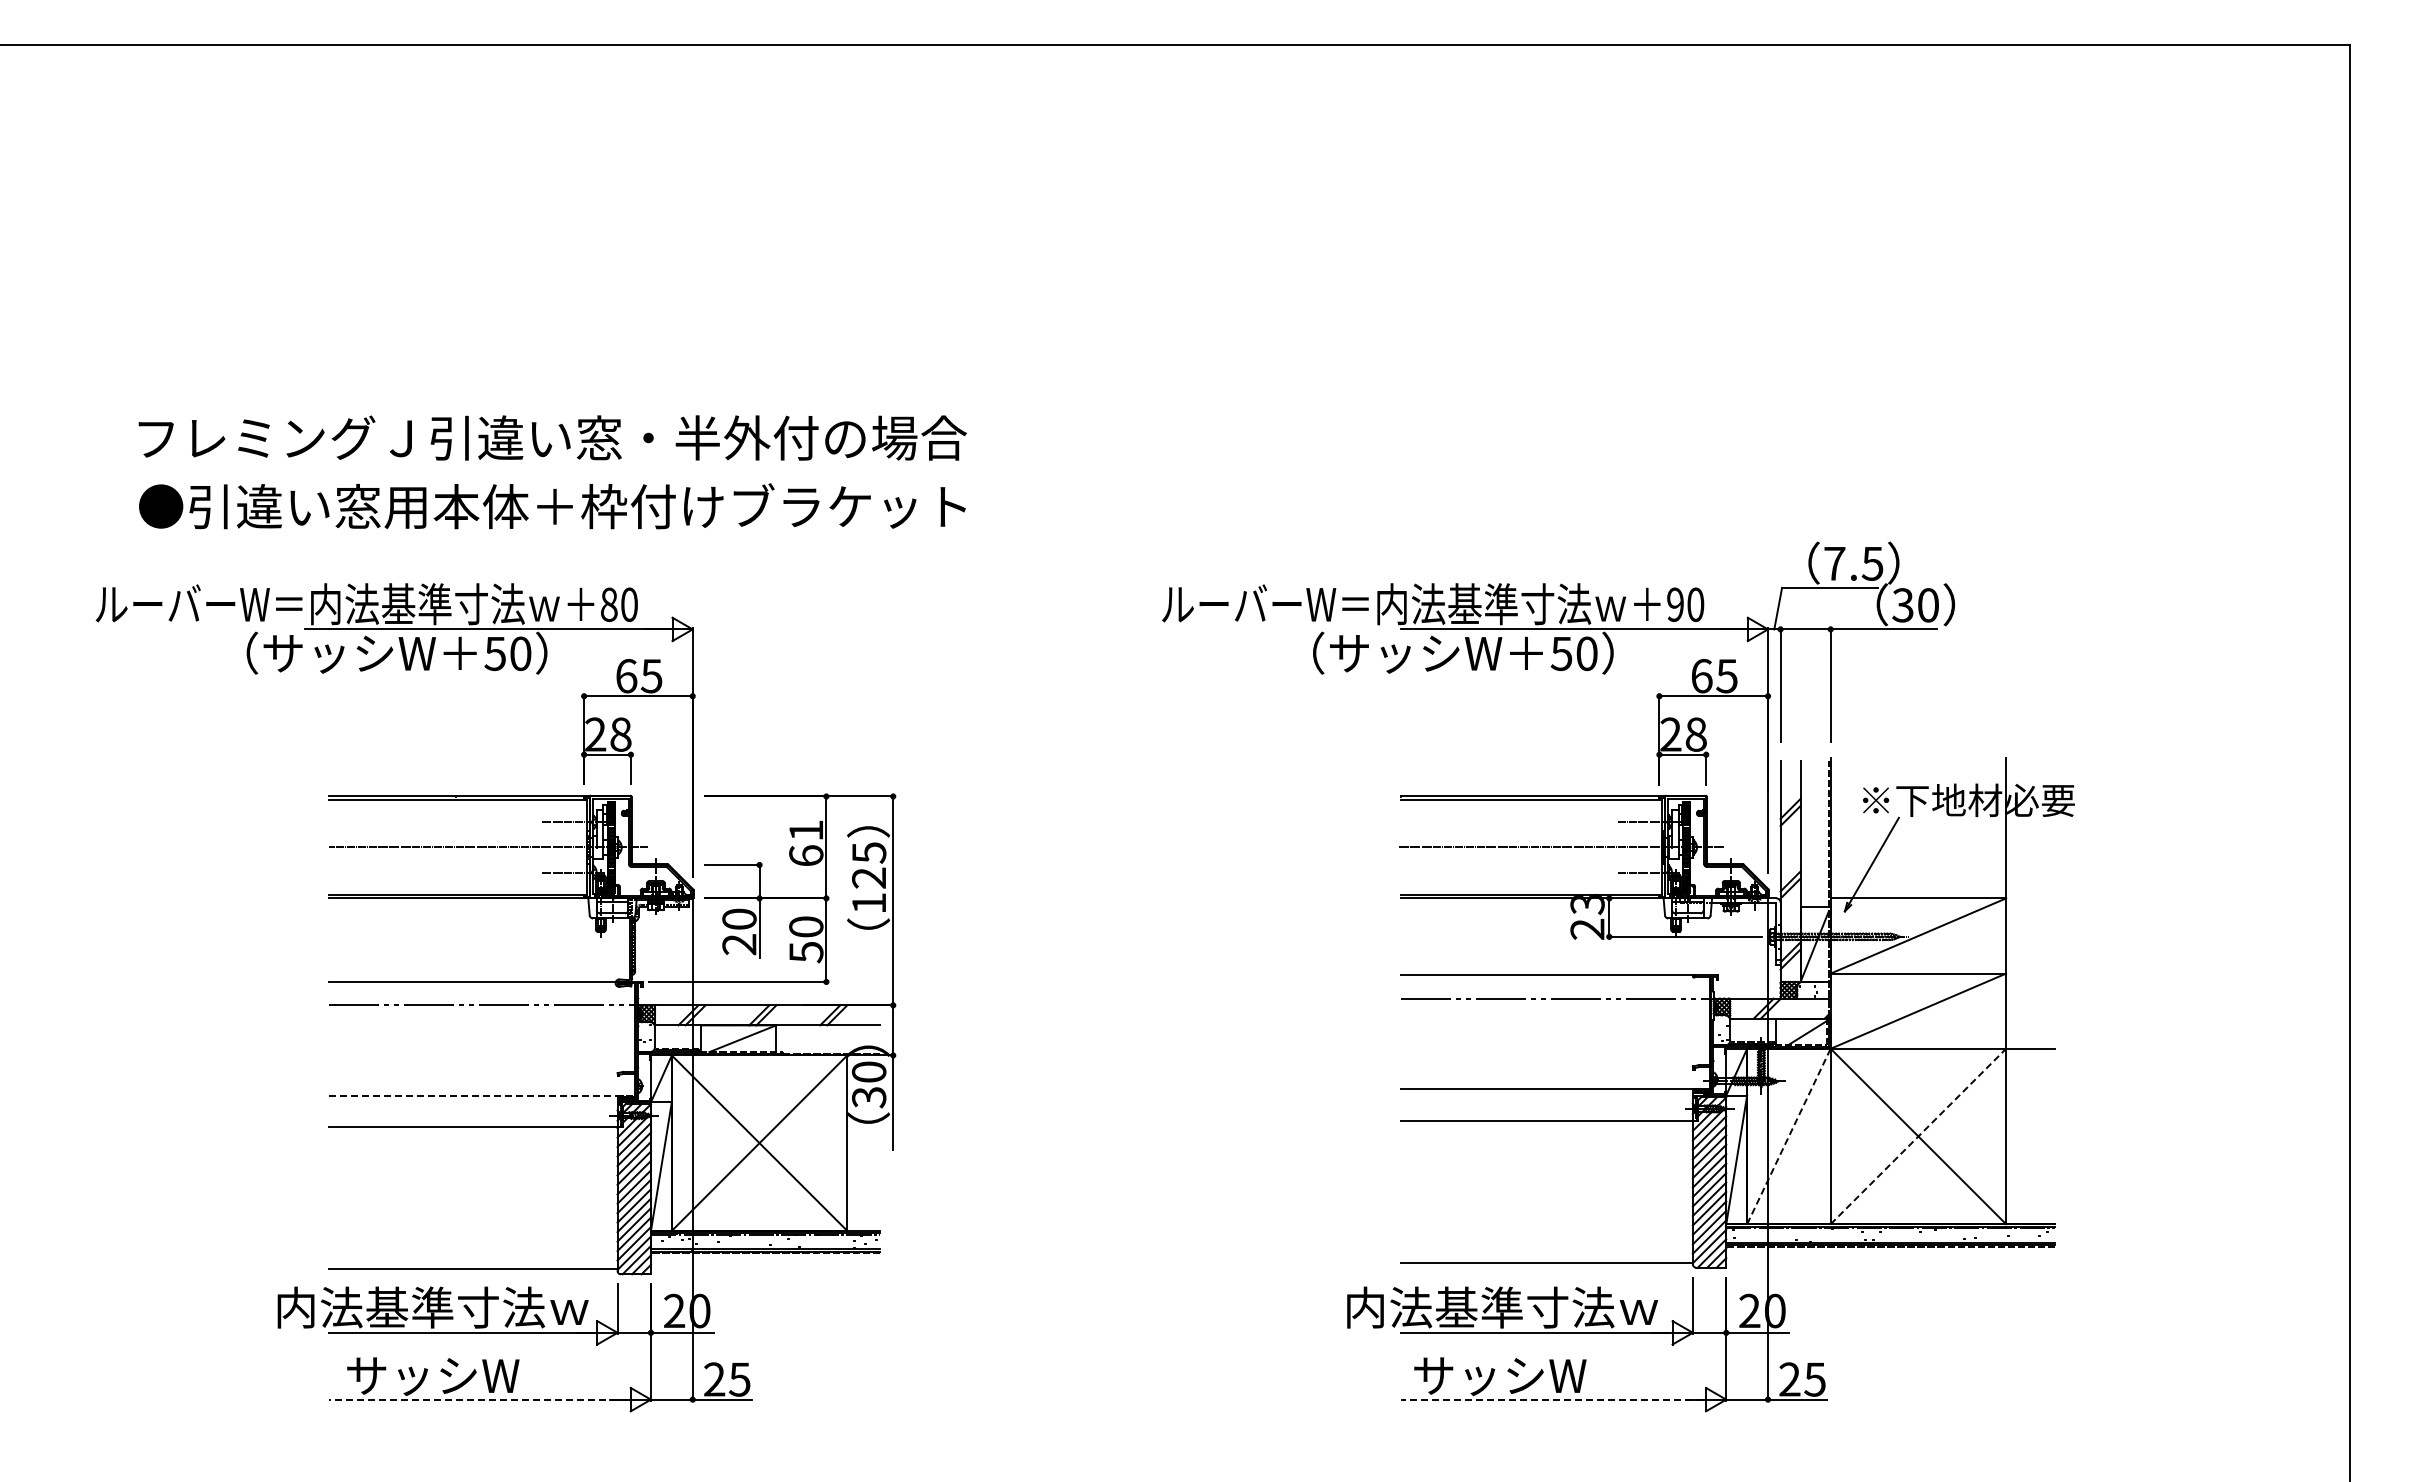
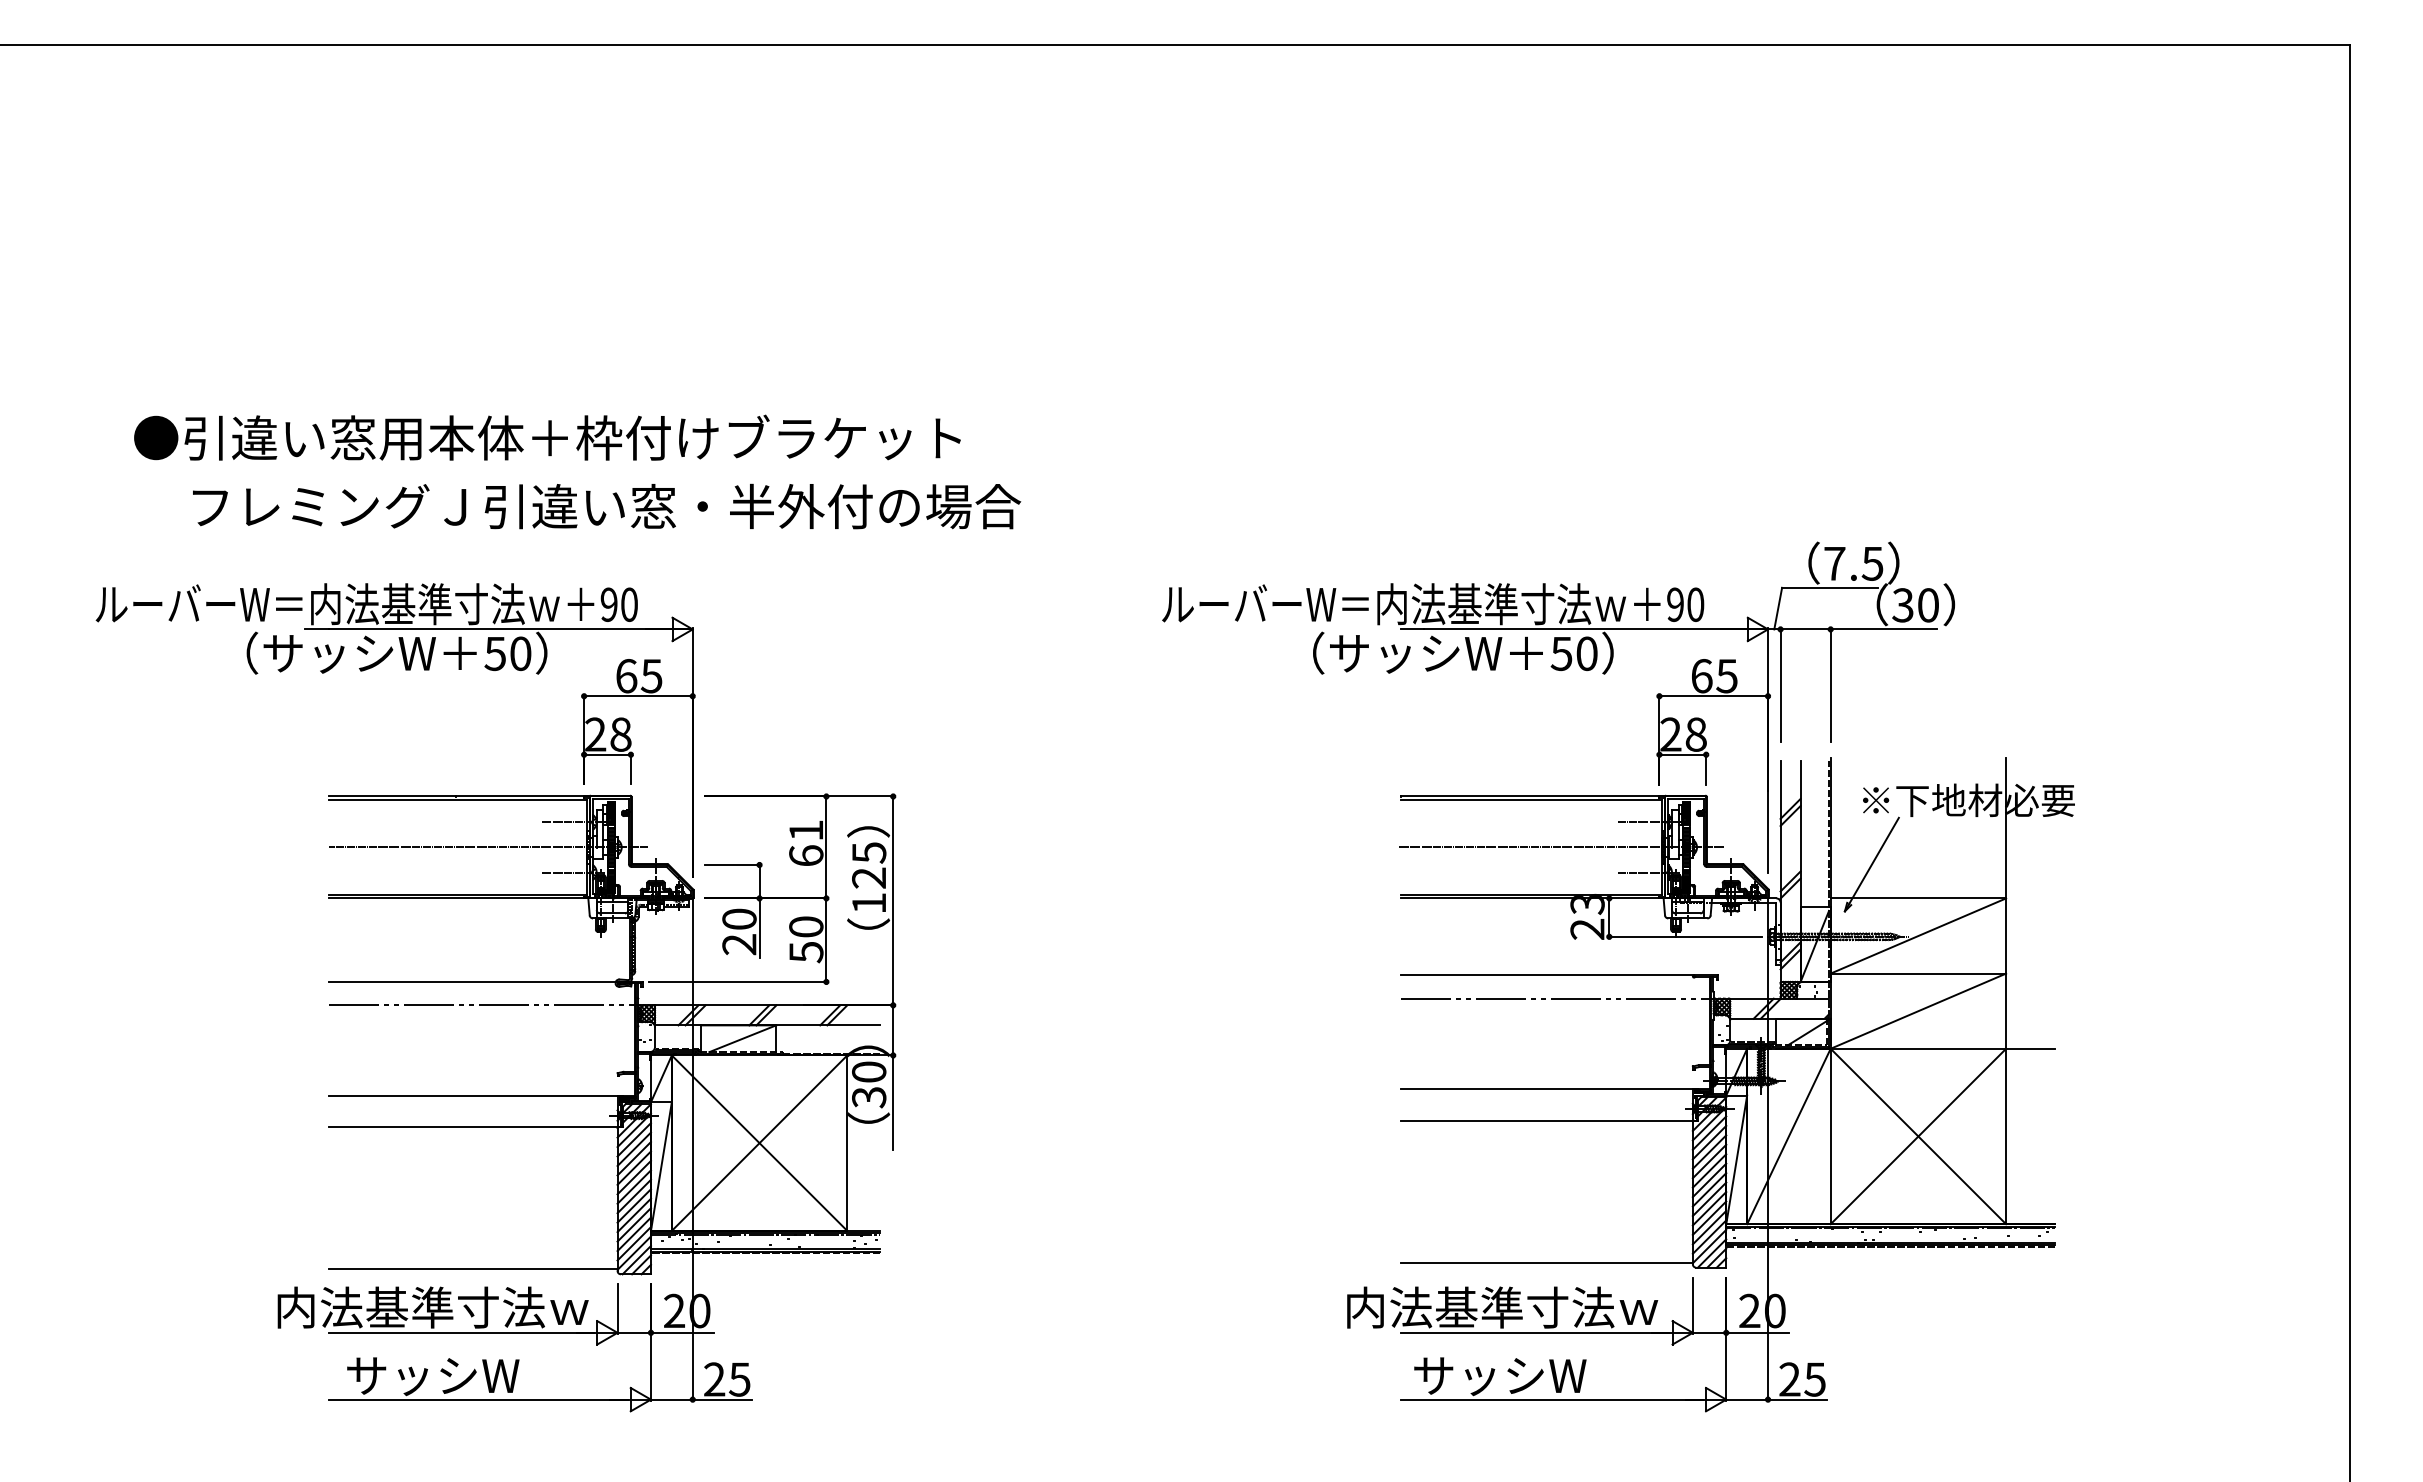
text at (550, 437): フレミングＪ引違い窓・半外付の場合 -> ●引違い窓用本体＋枠付けブラケット
text at (580, 506): ●引違い窓用本体＋枠付けブラケット -> フレミングＪ引違い窓・半外付の場合
text at (608, 604): 80 -> 90
line at (482, 1095): dashed -> solid
line at (1789, 1136): dashed -> solid
line at (1918, 1136): dashed -> solid
line at (477, 1399): dashed -> solid
line at (1552, 1399): dashed -> solid
